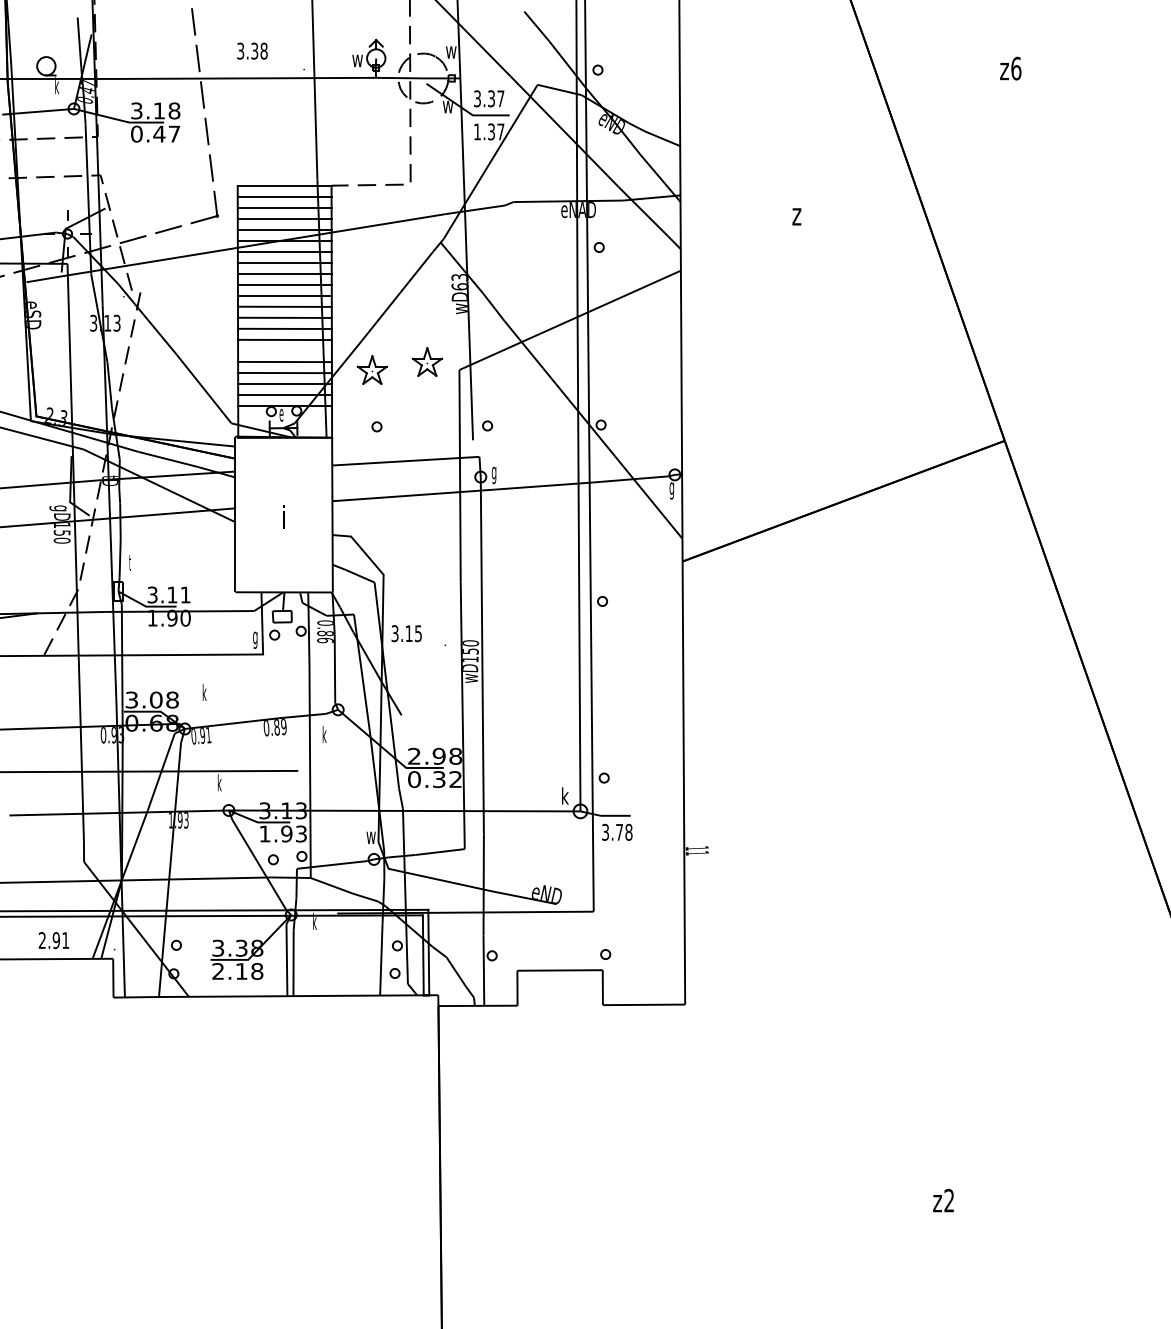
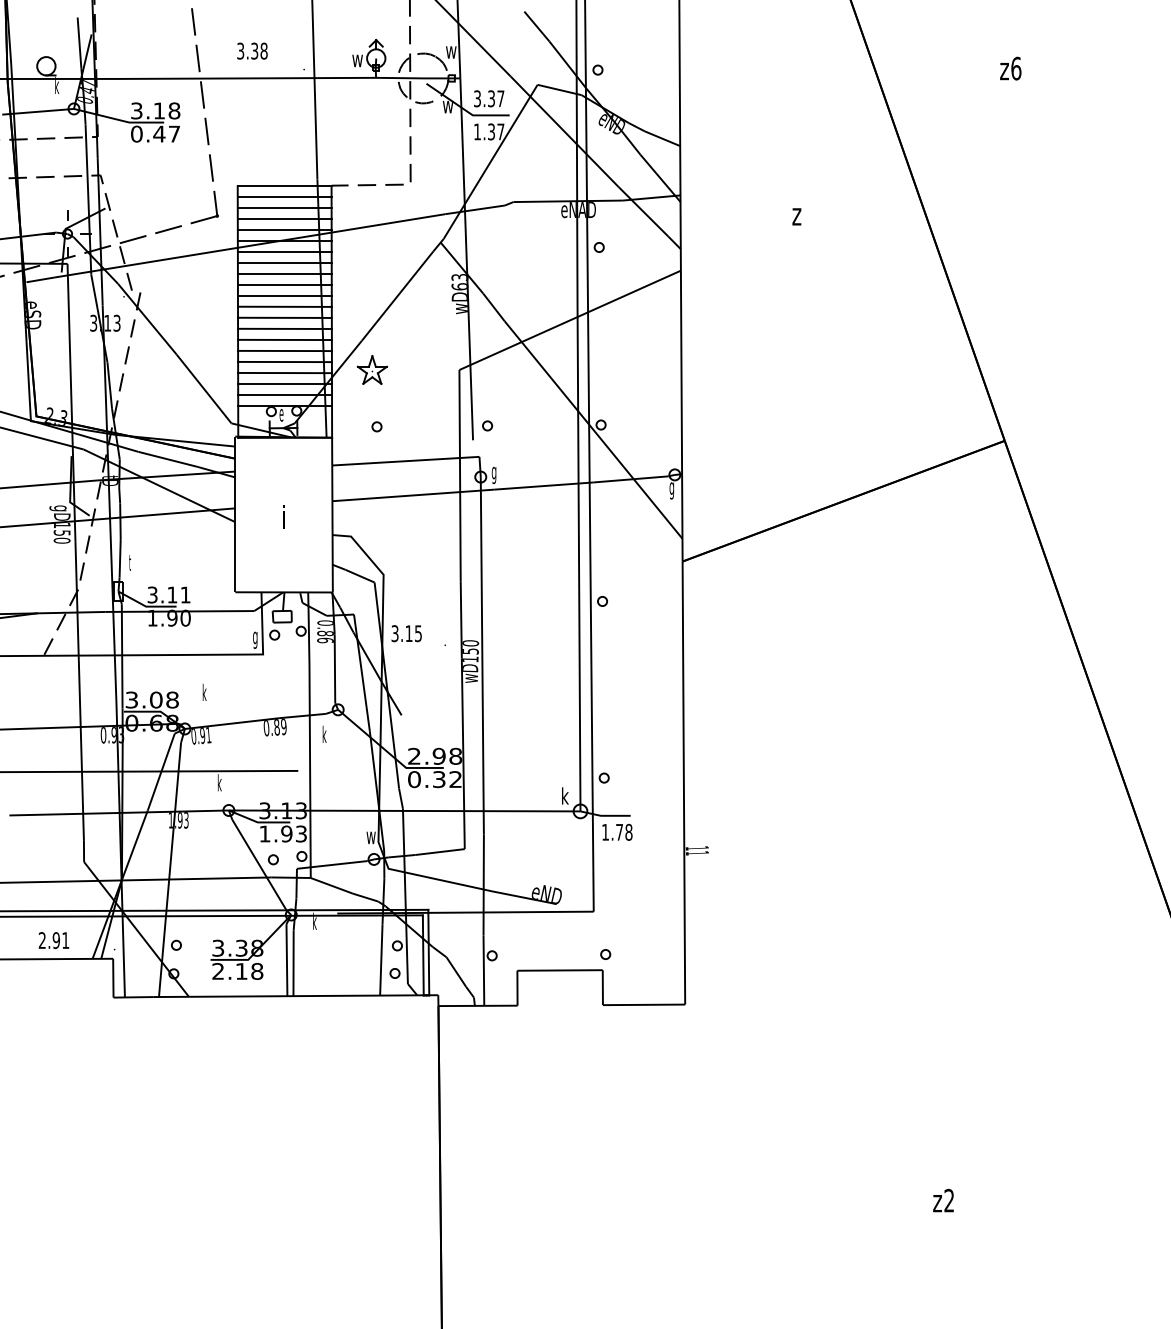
line at (284, 350): none -> present
part at (426, 361): present -> none
text at (605, 831): 3.78 -> 1.78
